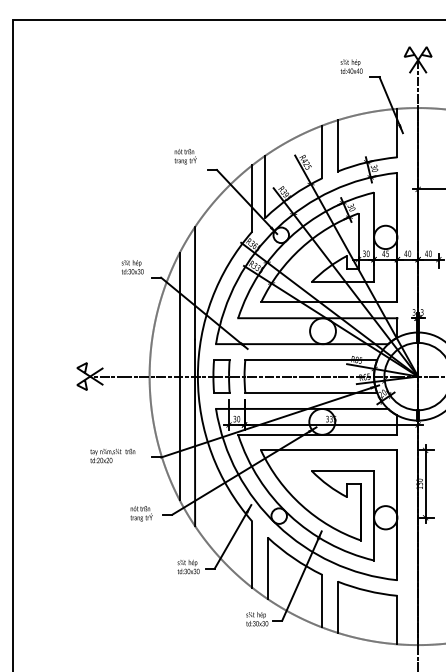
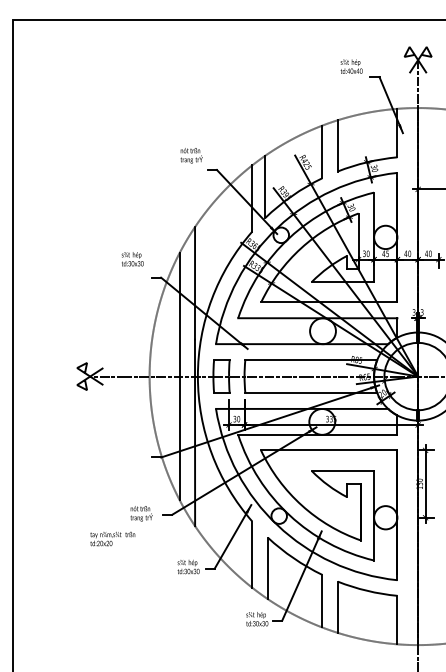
text at (185, 156) position: (185, 156) -> (191, 155)
text at (132, 267) position: (132, 267) -> (132, 259)
text at (112, 455) position: (112, 455) -> (112, 538)
